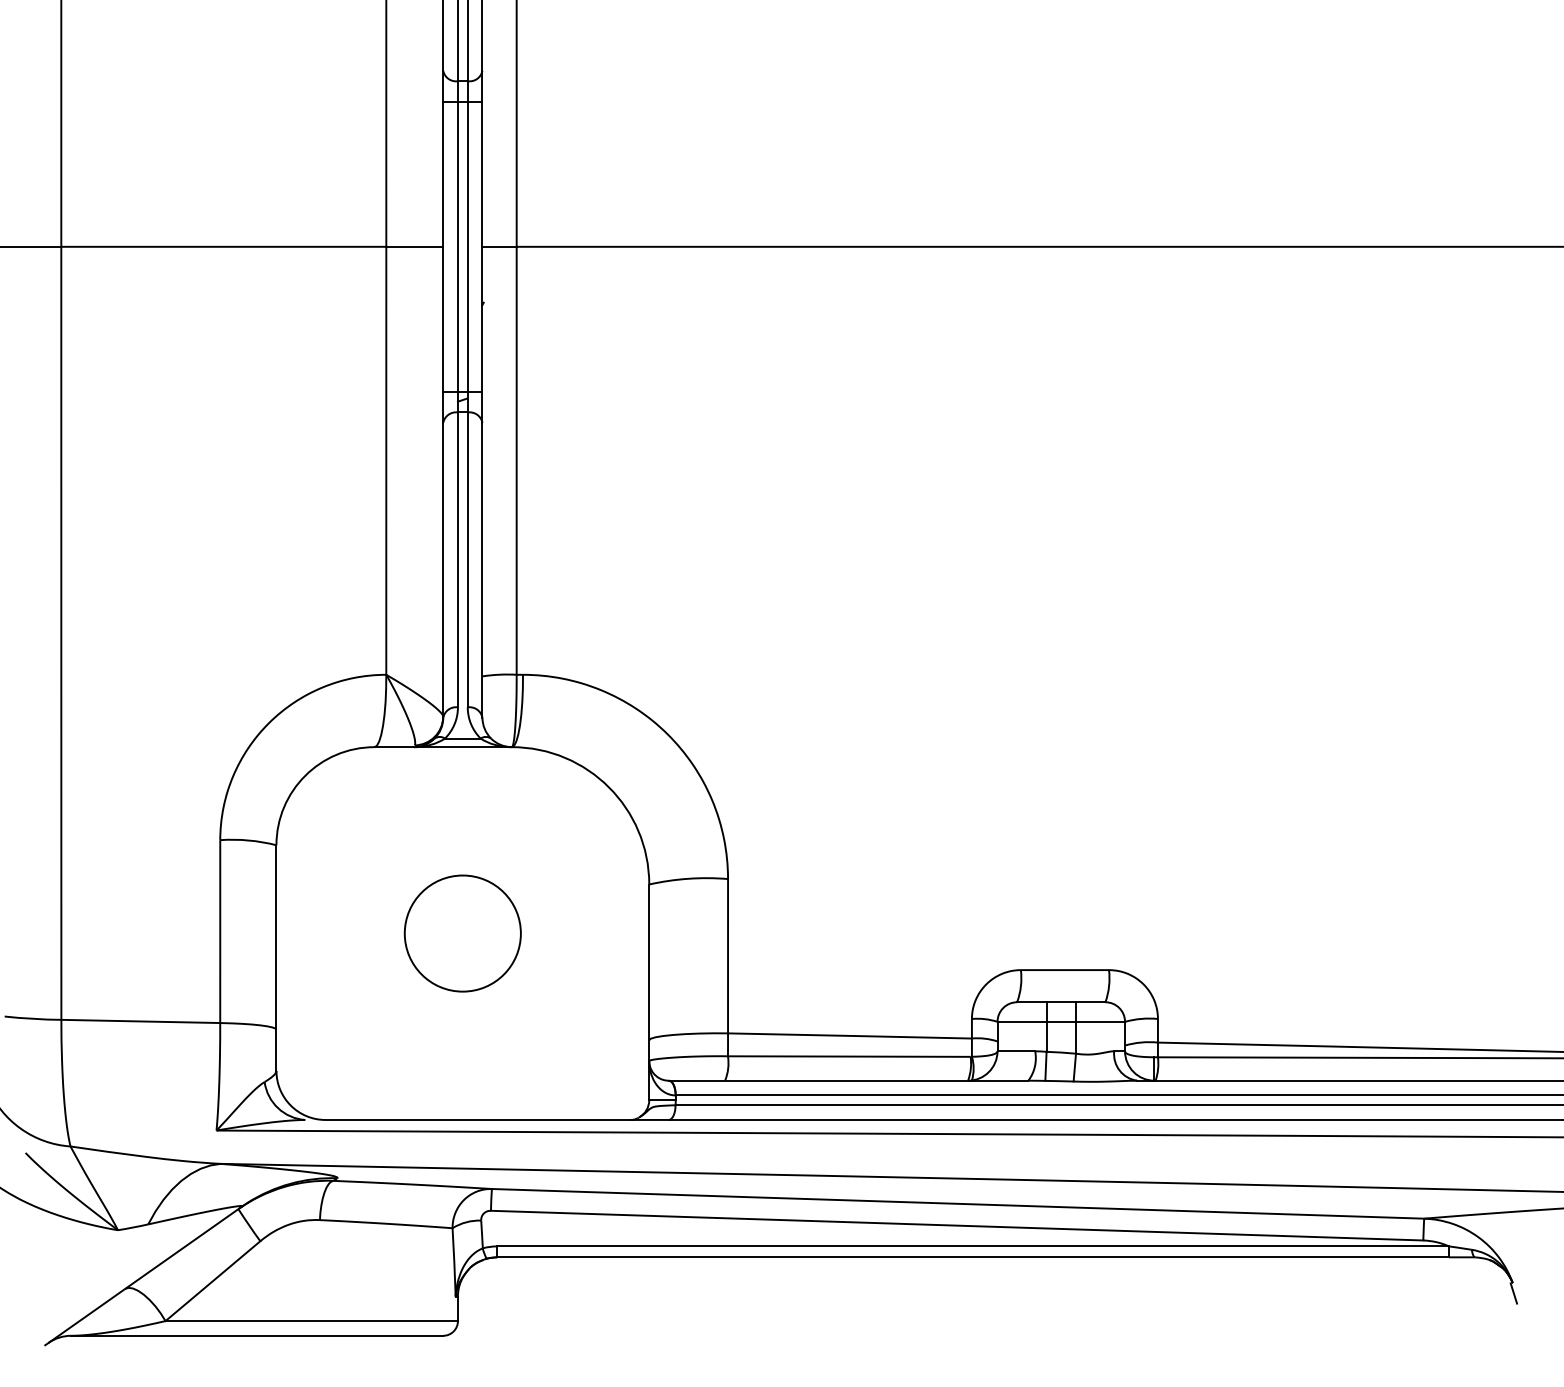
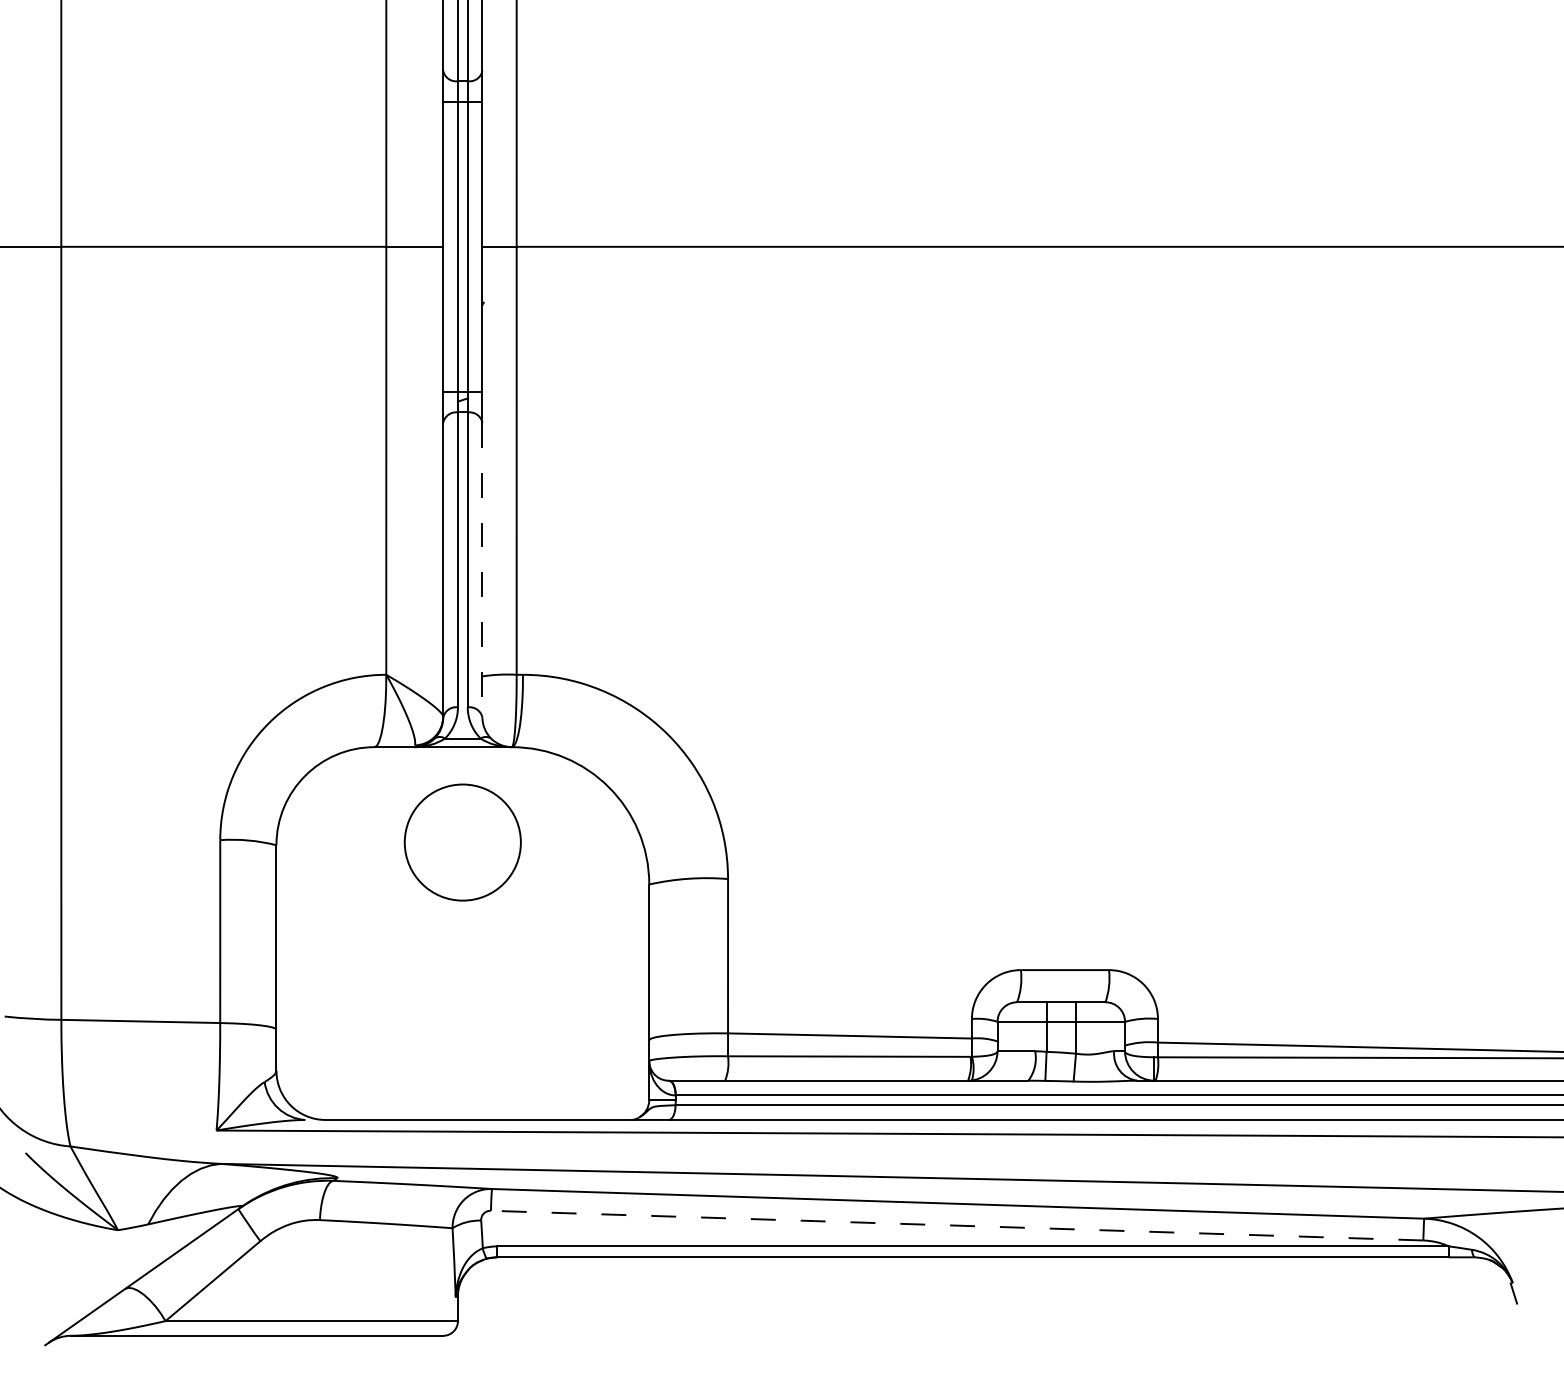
line at (482, 570): solid -> dashed
circle at (462, 933) position: (462, 933) -> (462, 842)
line at (956, 1225): solid -> dashed
